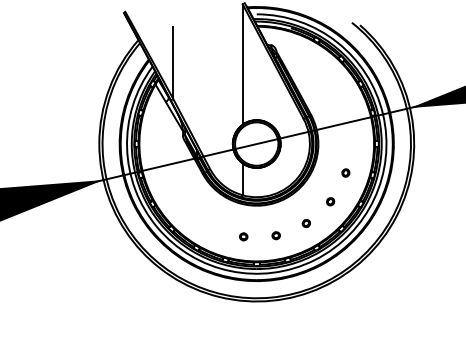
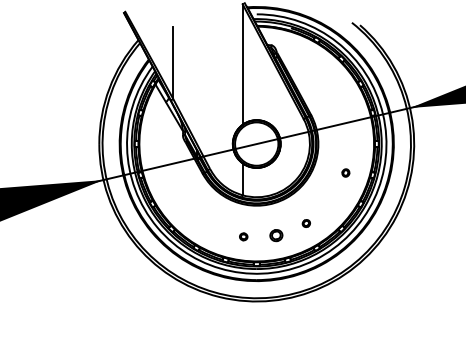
part at (330, 201): present -> none
part at (275, 235) size: 10x10 px -> 15x14 px
